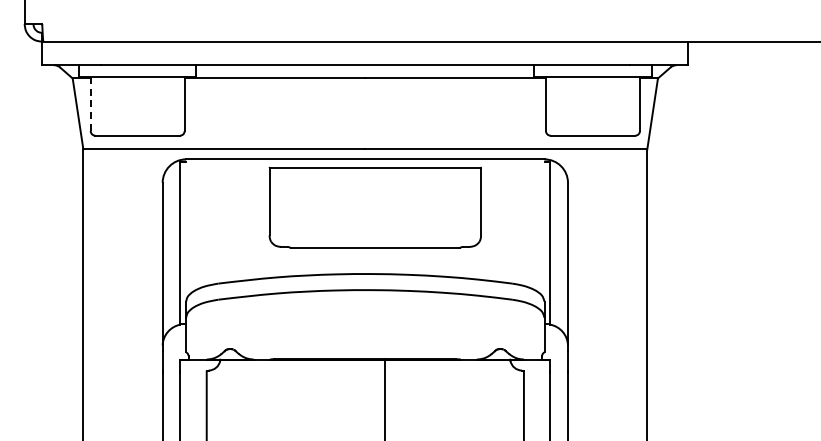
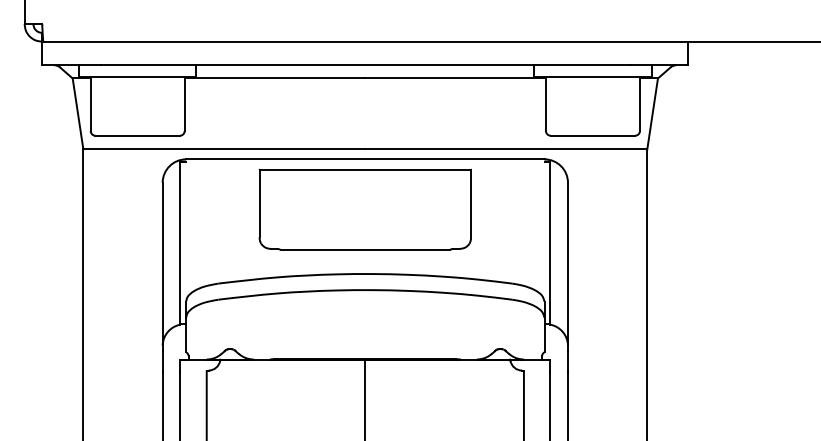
line at (90, 104): dashed -> solid
part at (374, 207) position: (374, 207) -> (364, 209)
line at (385, 398) position: (385, 398) -> (365, 398)
